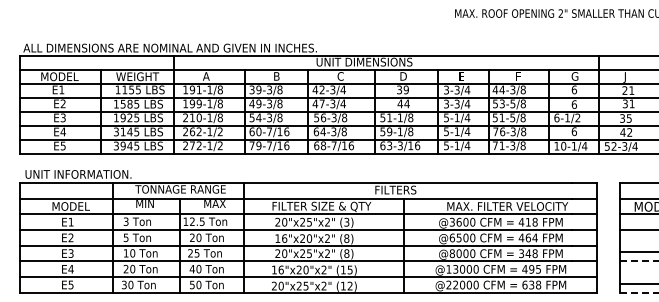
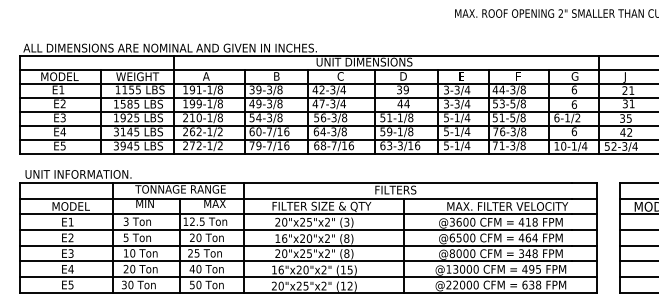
line at (637, 251) position: (637, 251) -> (637, 245)
line at (639, 261): dashed -> solid
line at (637, 284) position: (637, 284) -> (637, 277)
line at (639, 292): dashed -> solid
